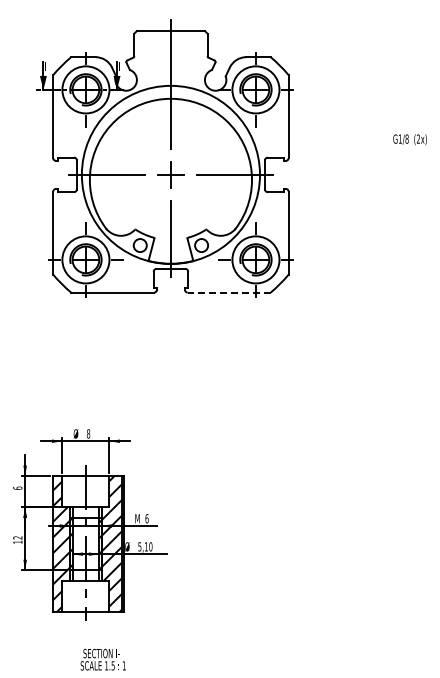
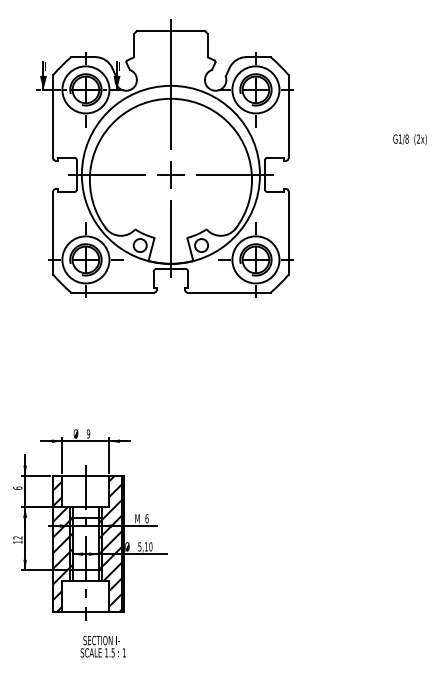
line at (229, 292): dashed -> solid
text at (88, 433): 8 -> 9
text at (102, 659) position: (102, 659) -> (102, 646)
